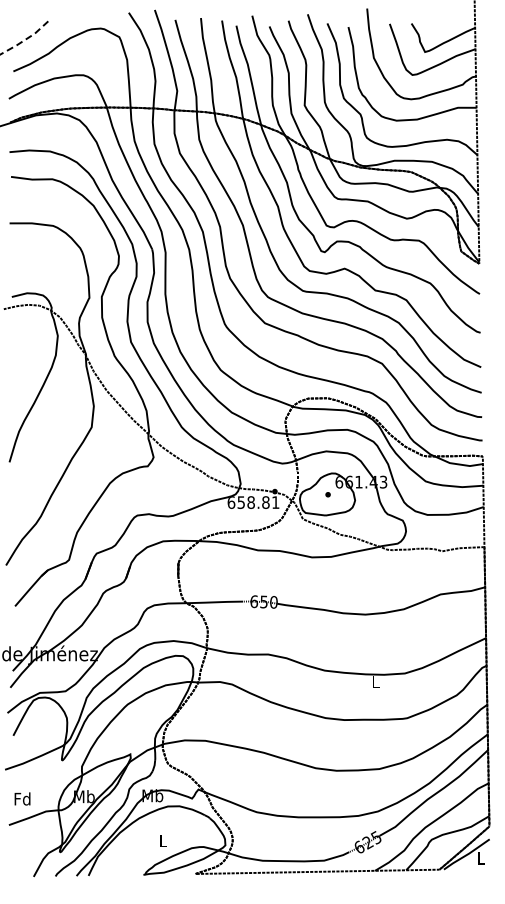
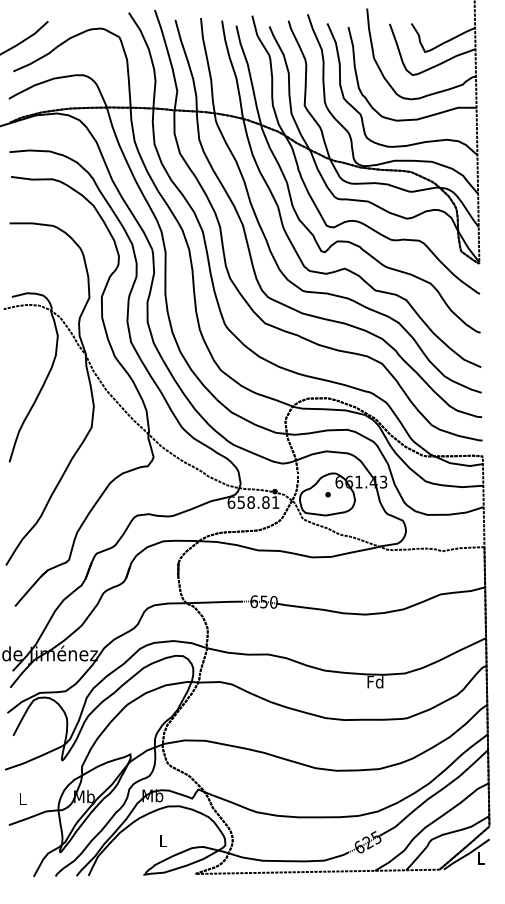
line at (25, 39): dashed -> solid
text at (375, 681): L -> Fd
text at (22, 798): Fd -> L
